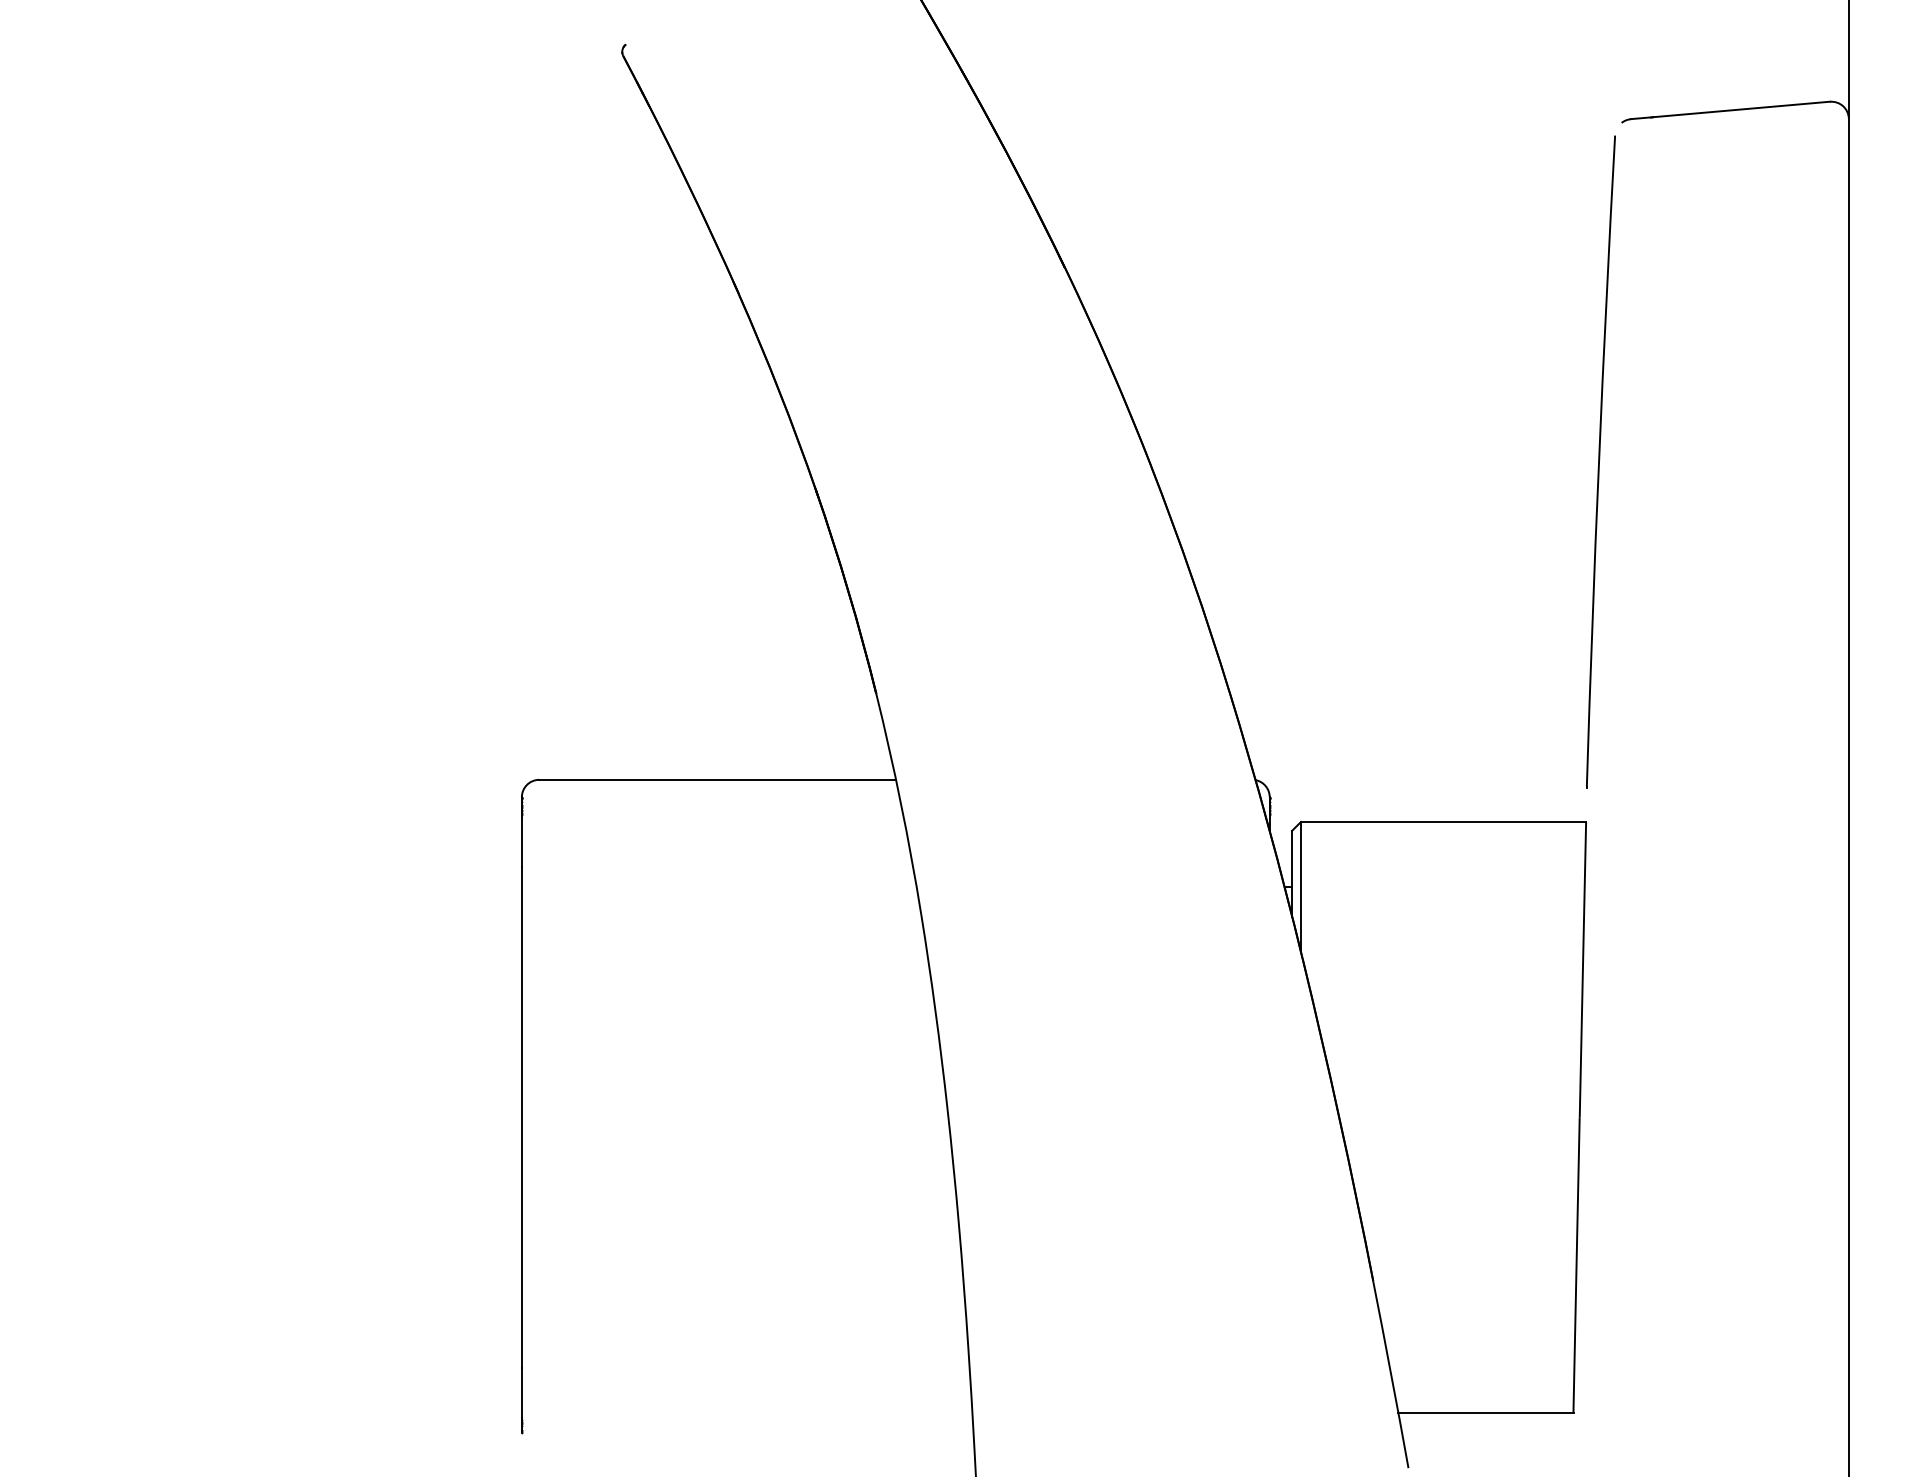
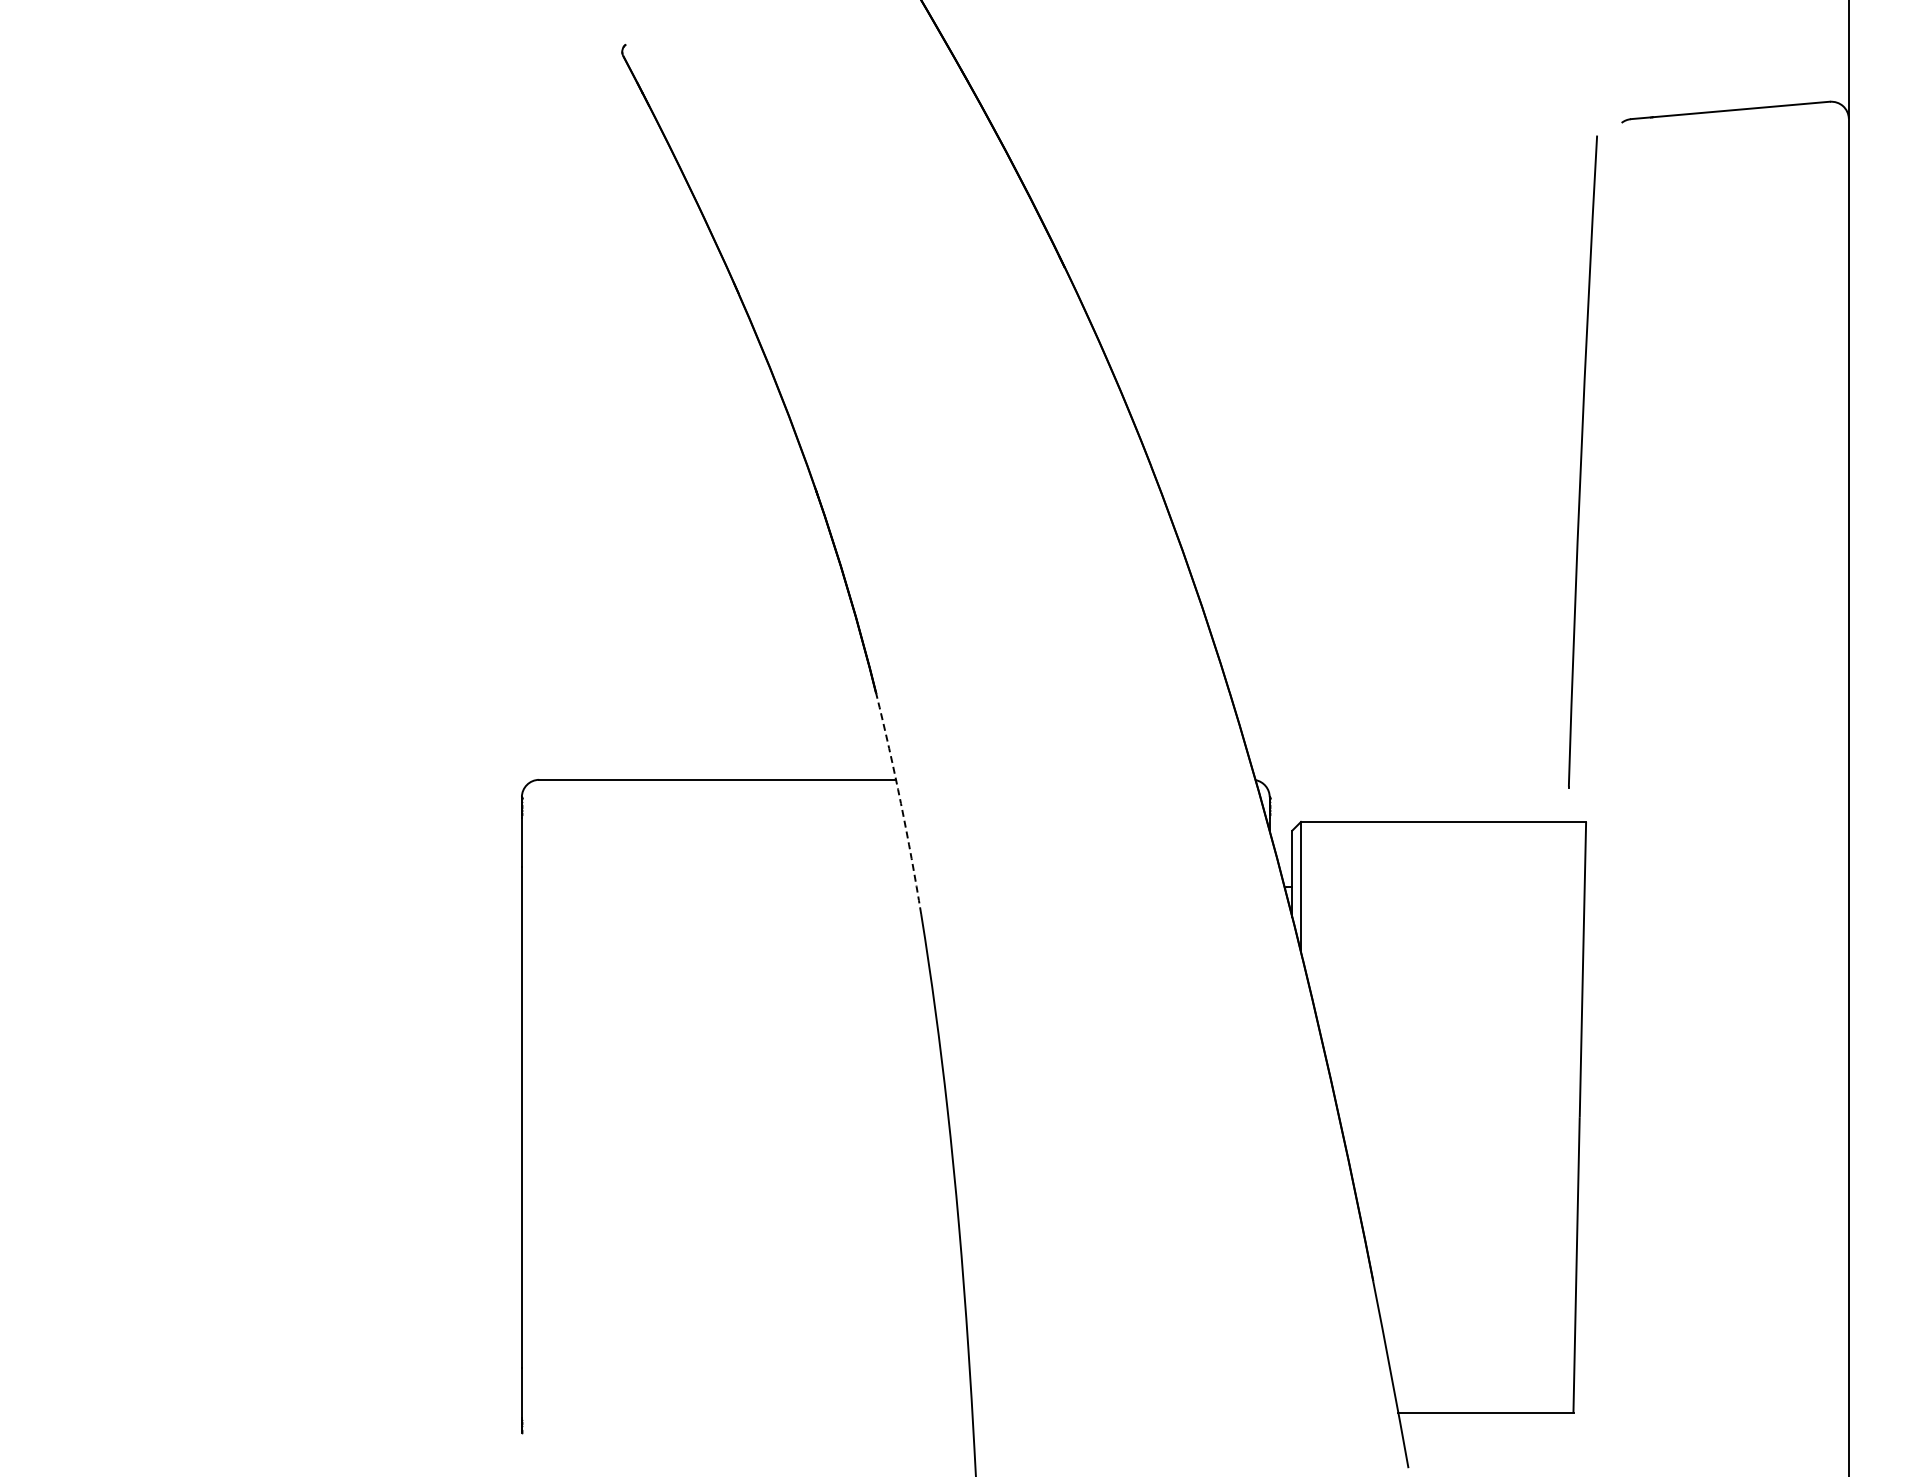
part at (1600, 461) position: (1600, 461) -> (1582, 461)
arc at (900, 803): solid -> dashed
